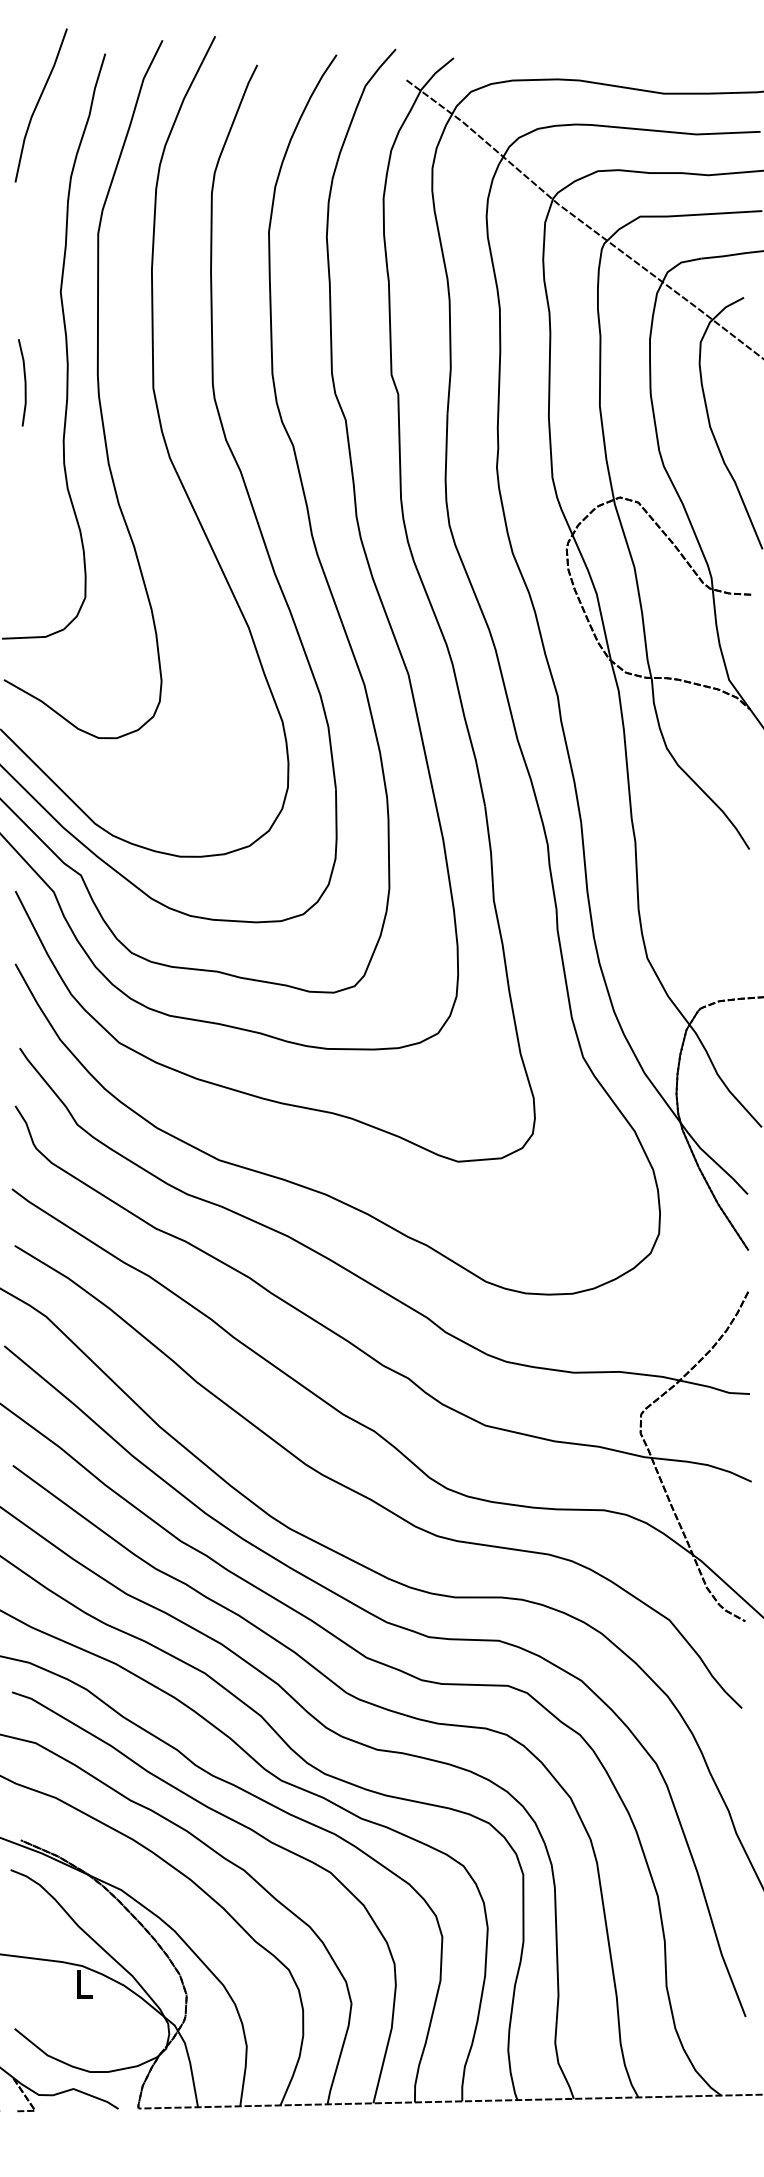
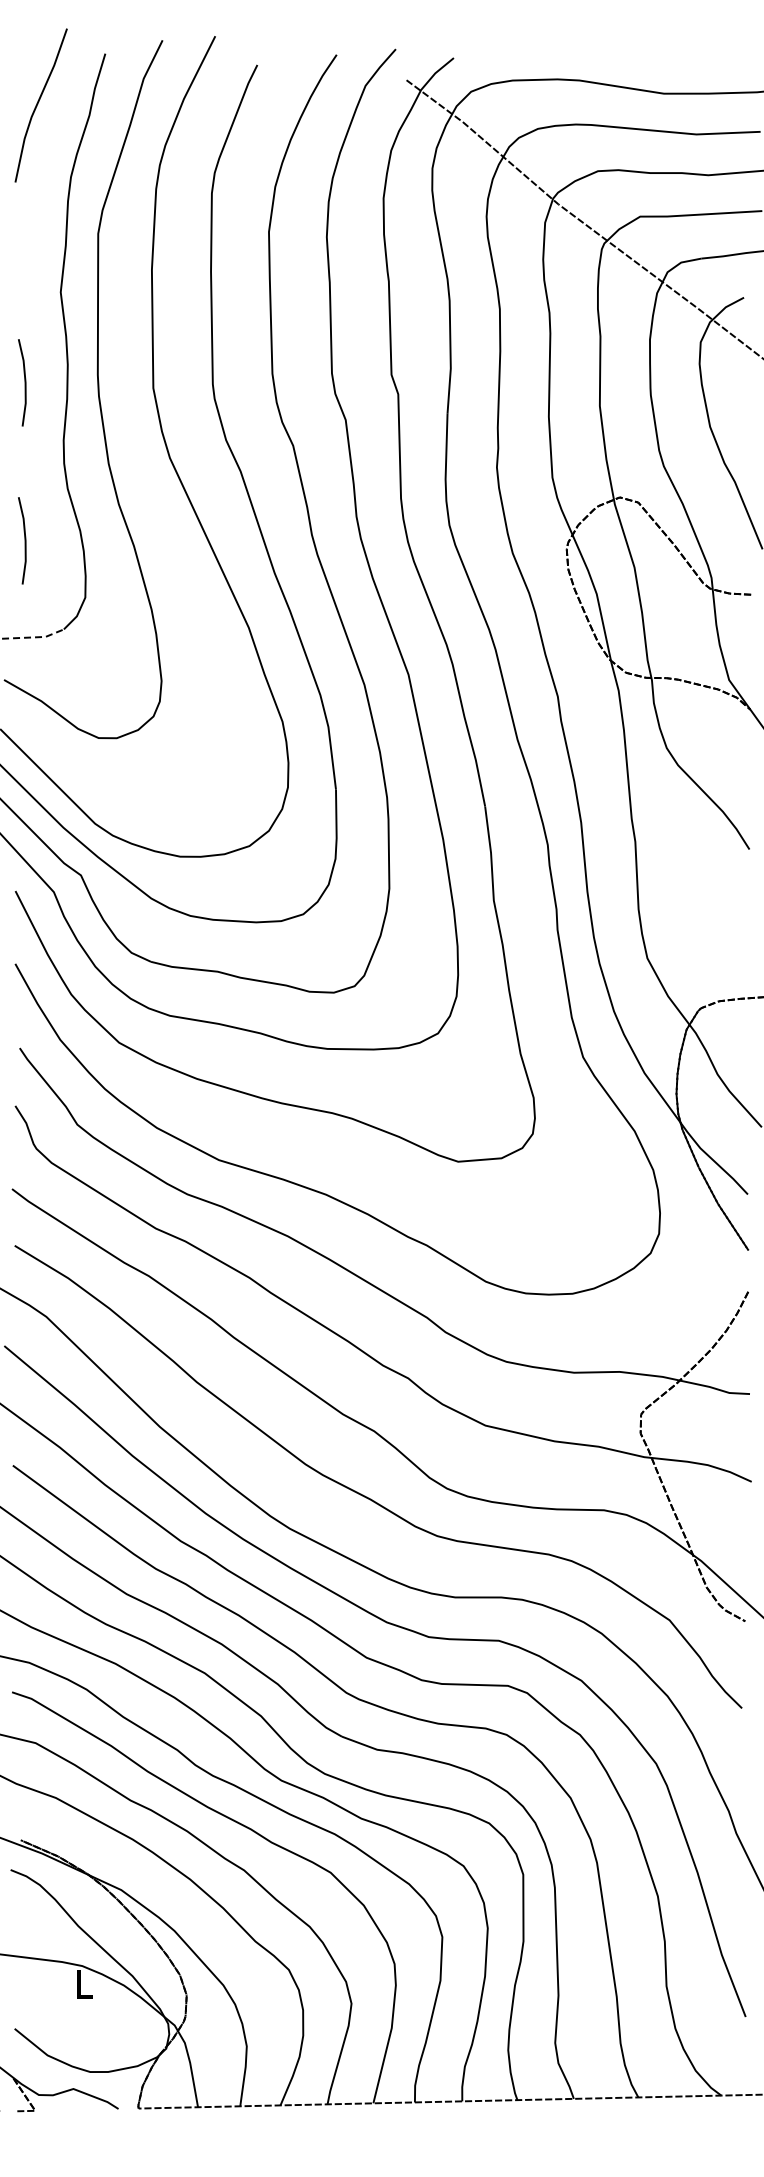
line at (24, 540): none -> present
line at (34, 637): solid -> dashed
